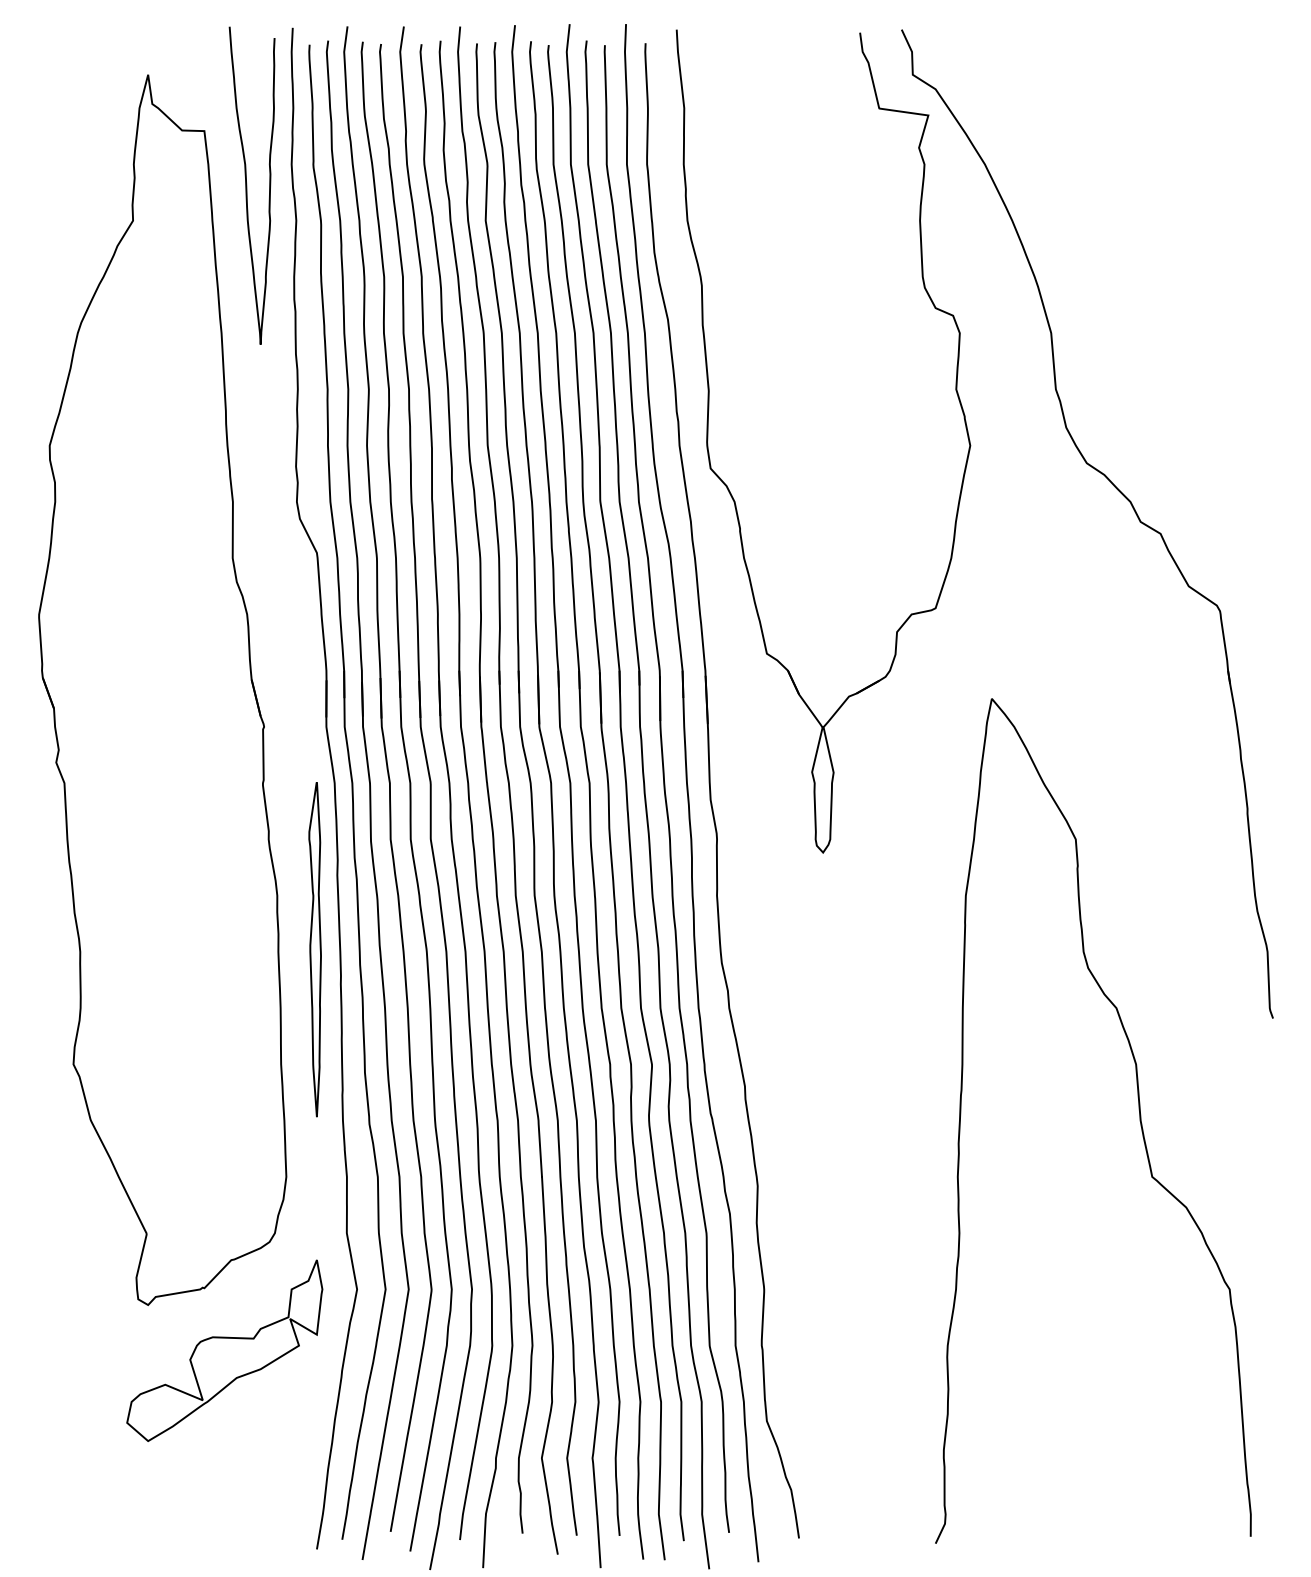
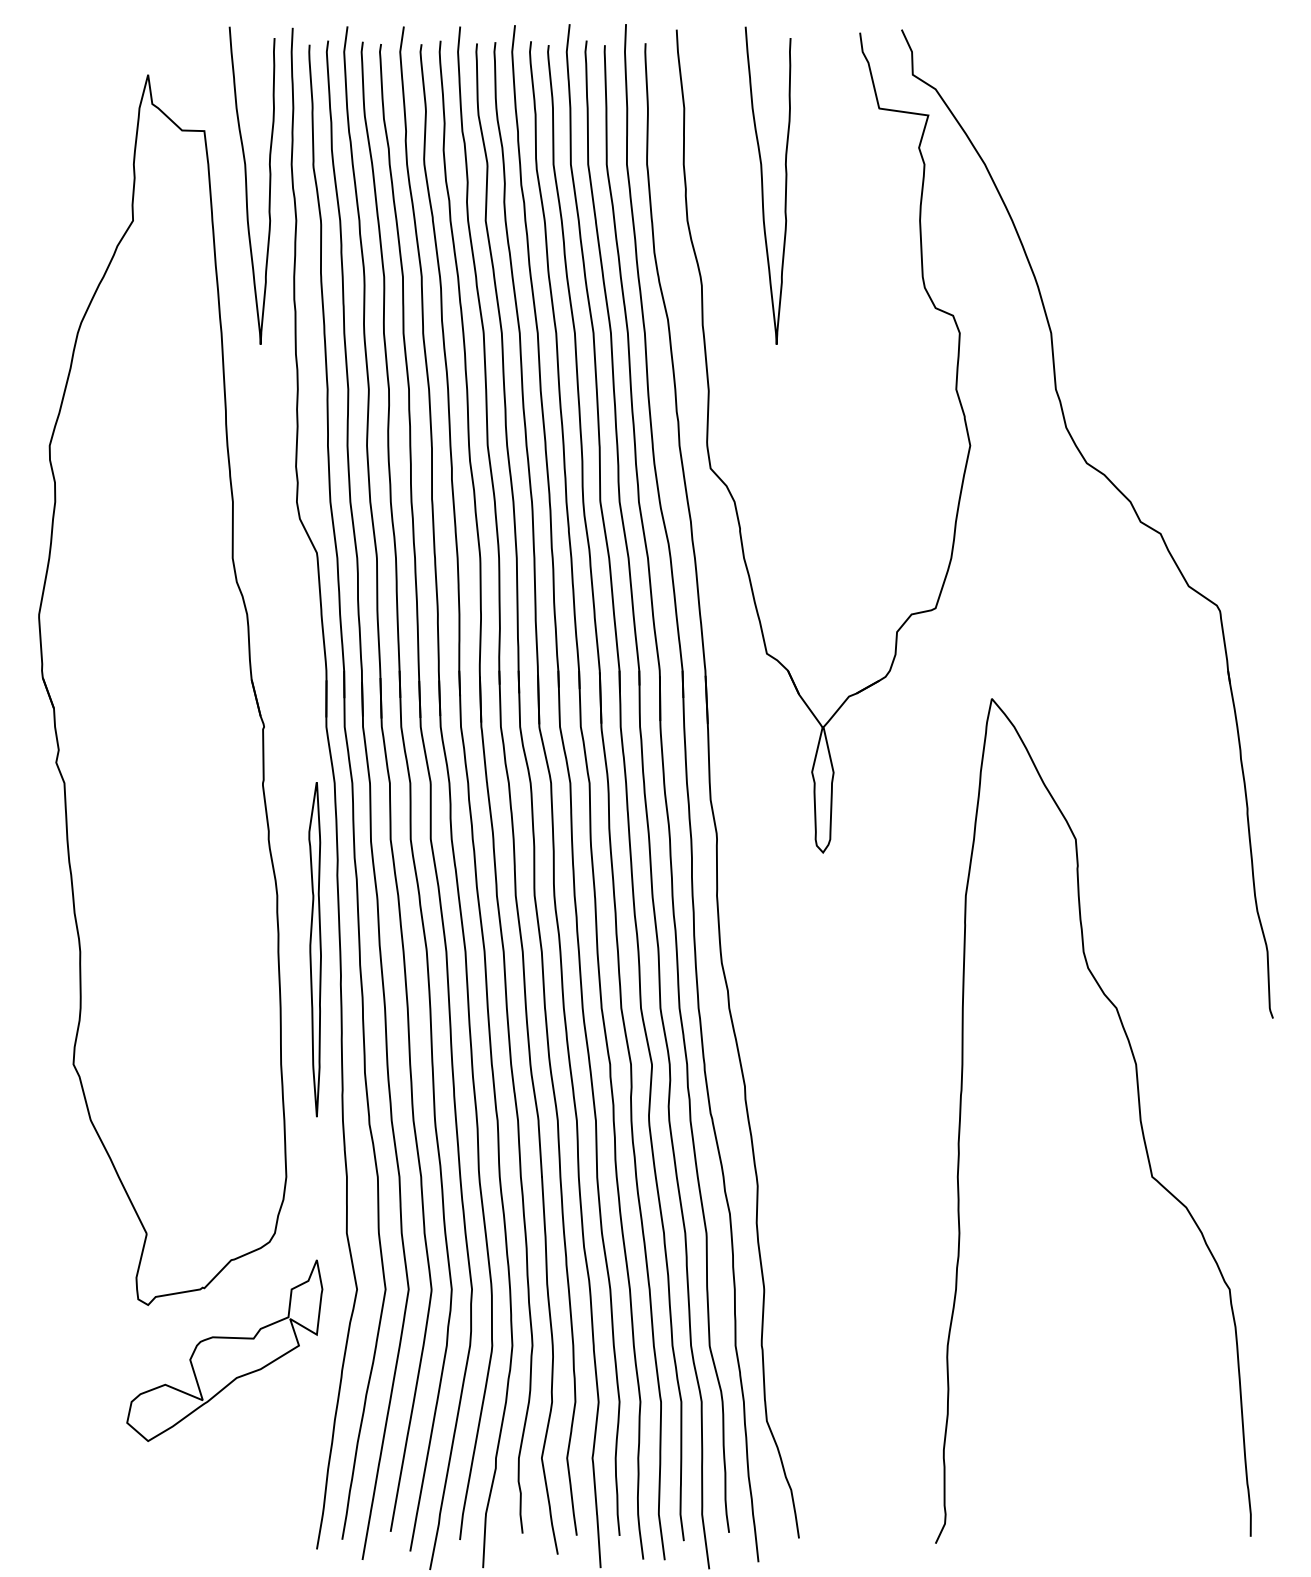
curve at (763, 185): none -> present
